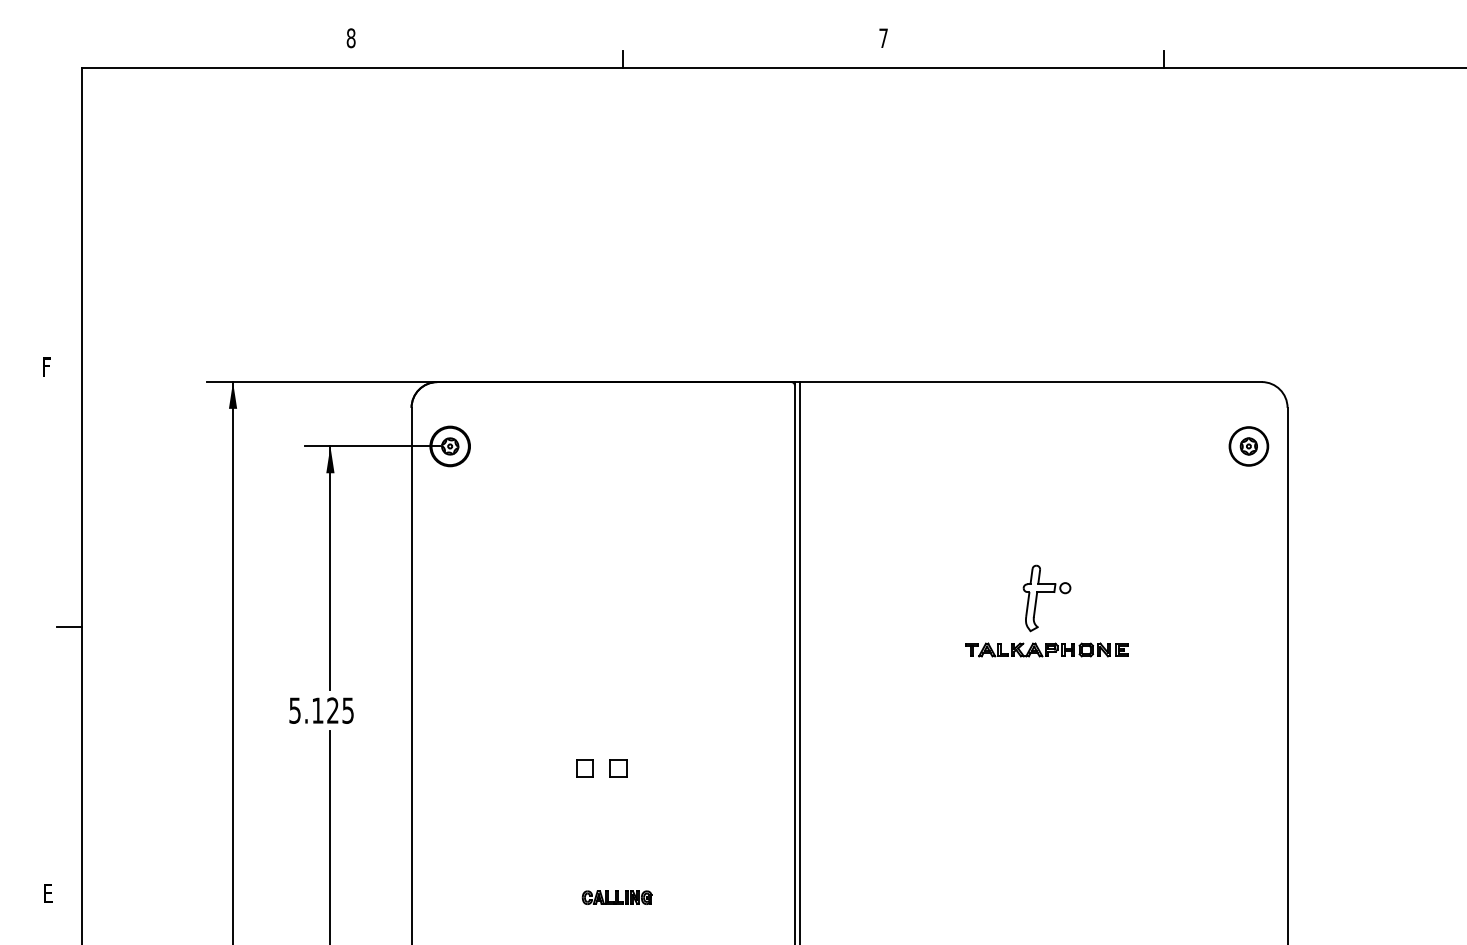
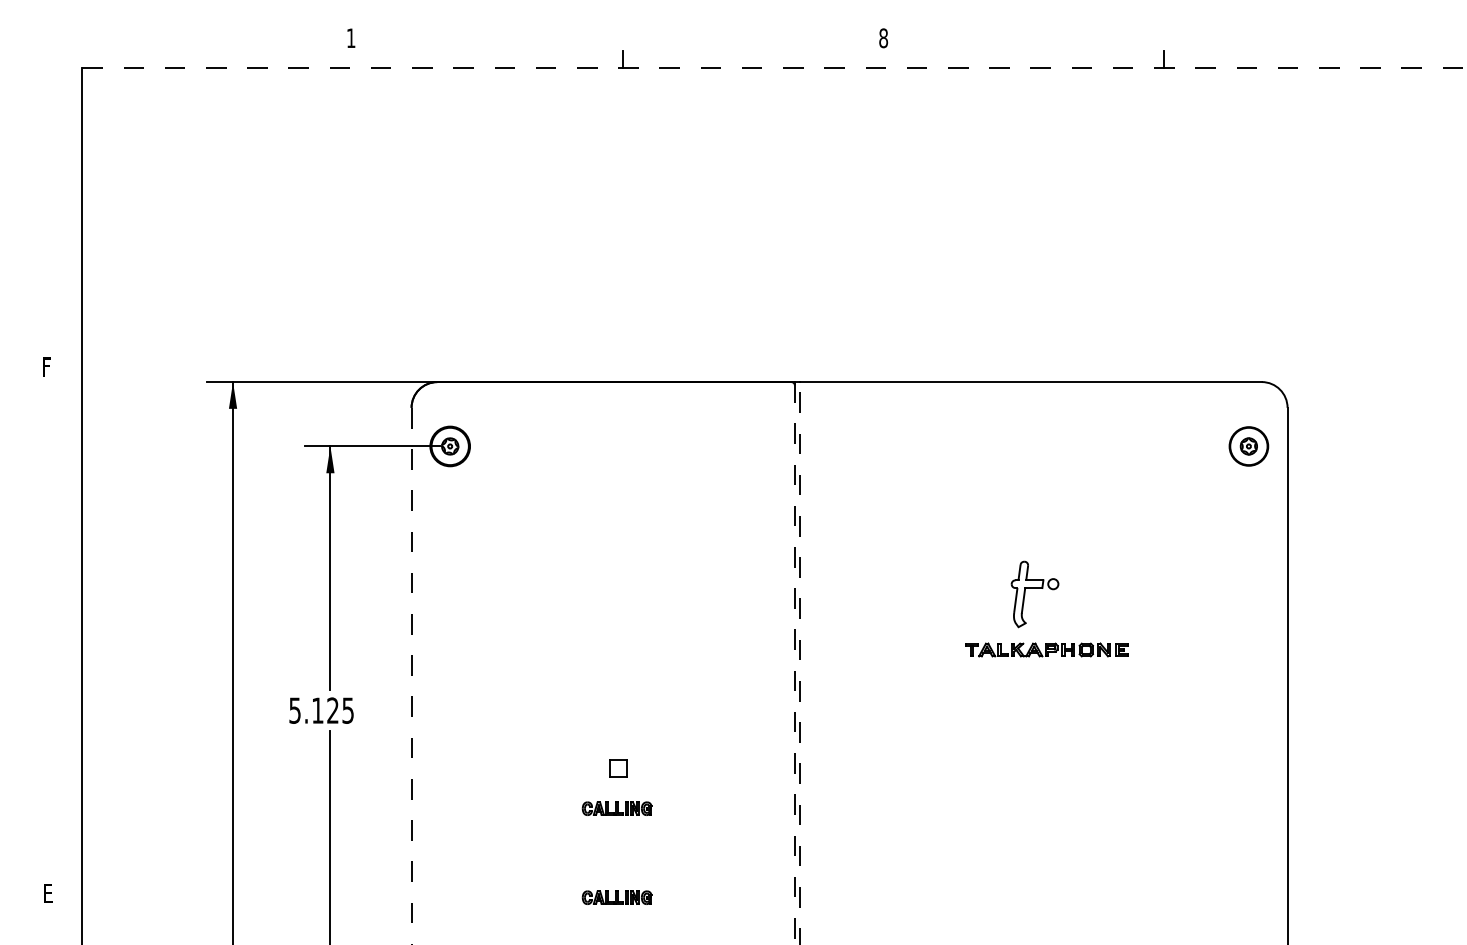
text at (350, 38): 8 -> 1
text at (883, 38): 7 -> 8
line at (774, 68): solid -> dashed
part at (1046, 598) position: (1046, 598) -> (1034, 594)
line at (69, 626): present -> none
line at (800, 662): solid -> dashed
line at (794, 663): solid -> dashed
line at (411, 676): solid -> dashed
part at (584, 768): present -> none
part at (616, 808): none -> present
